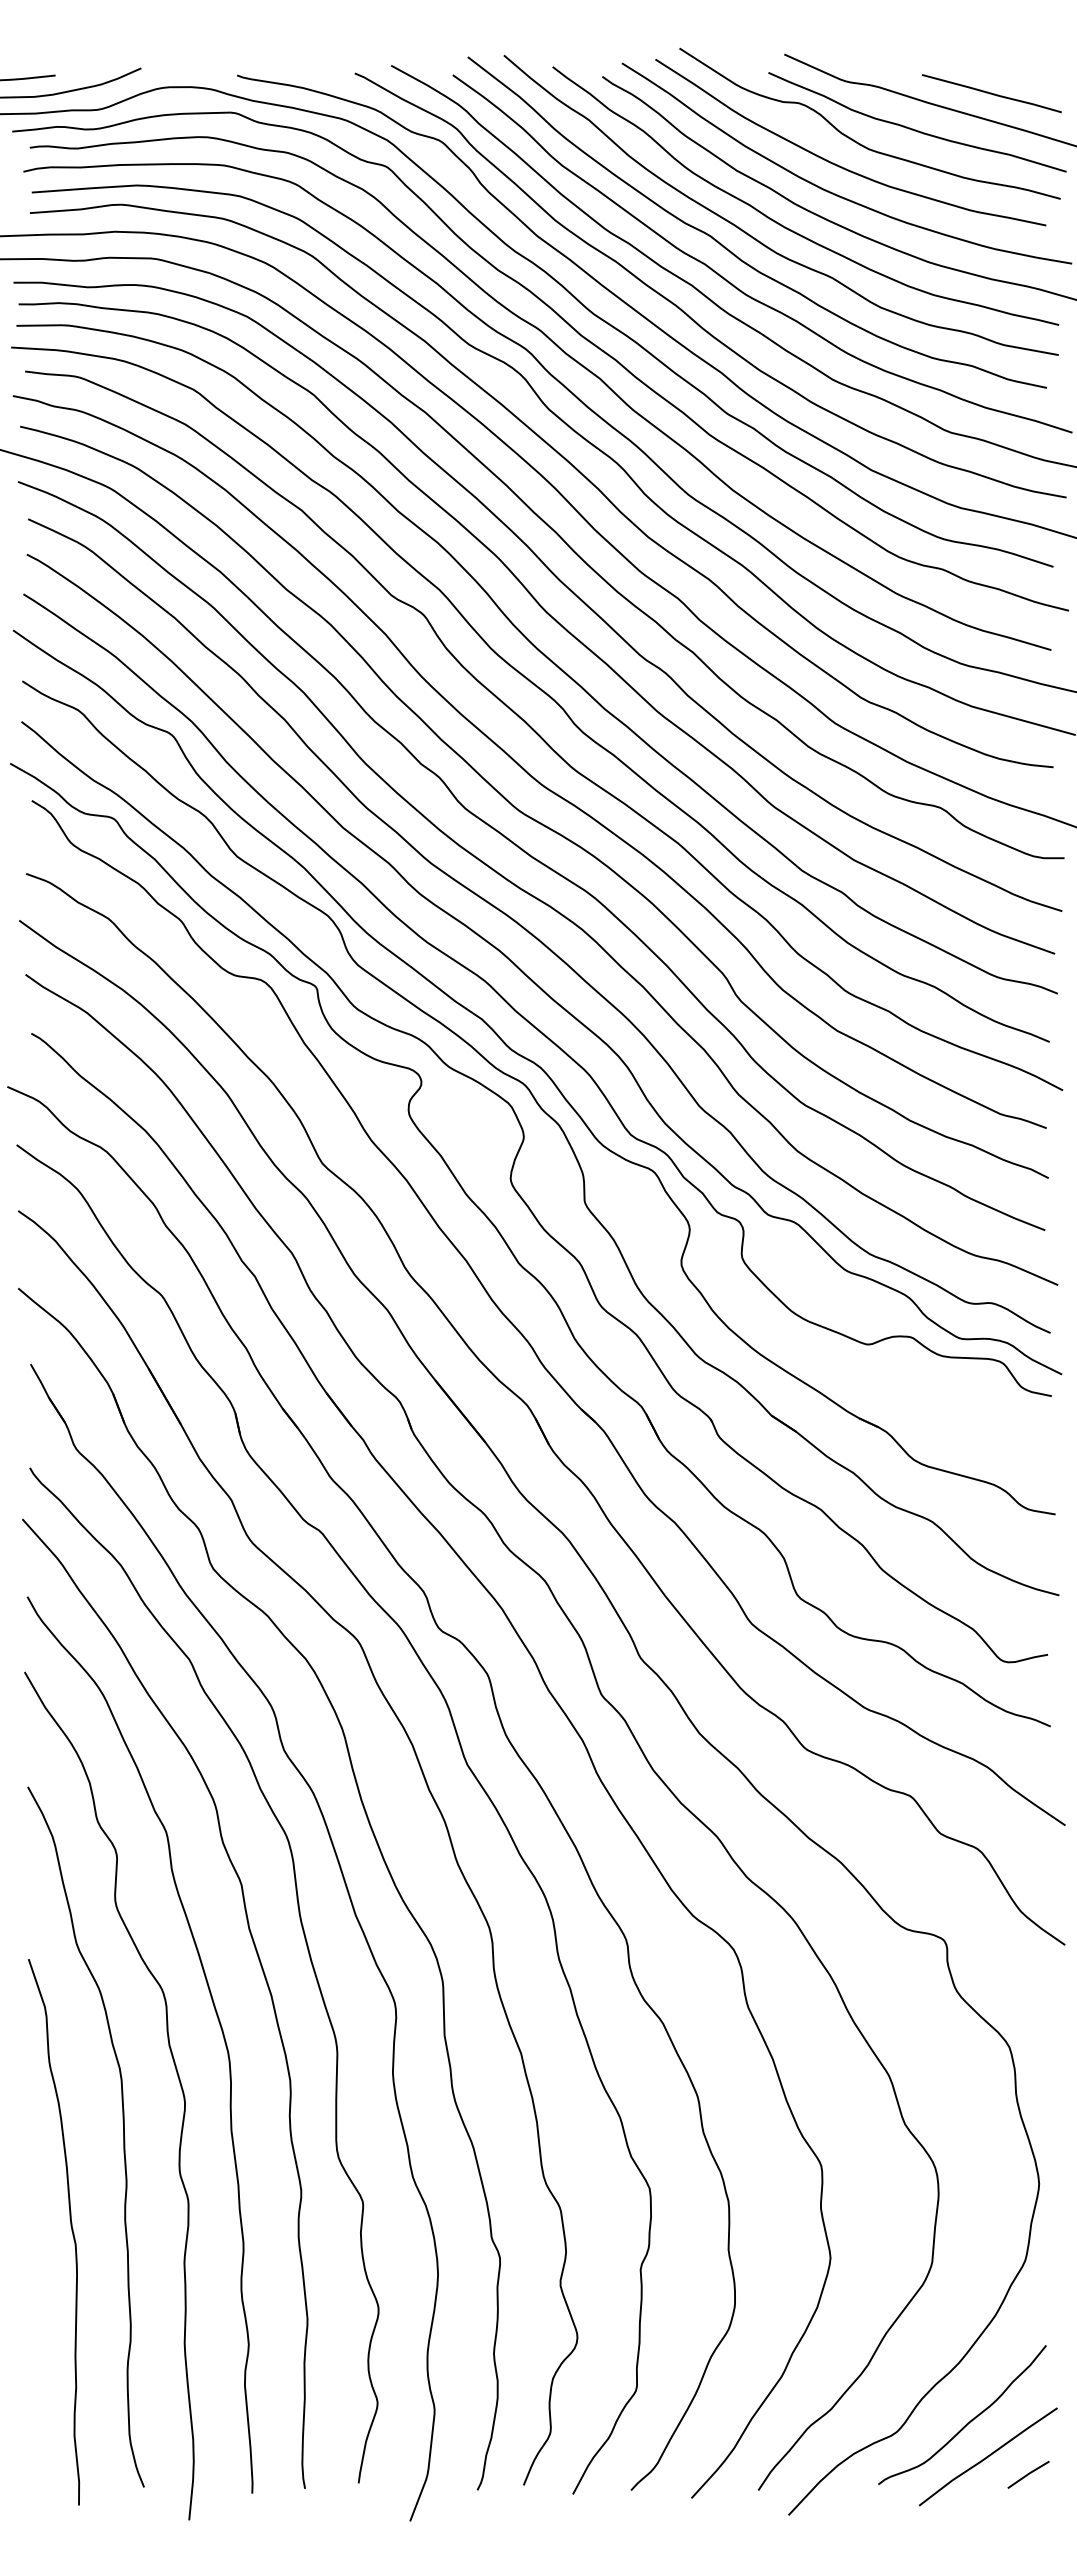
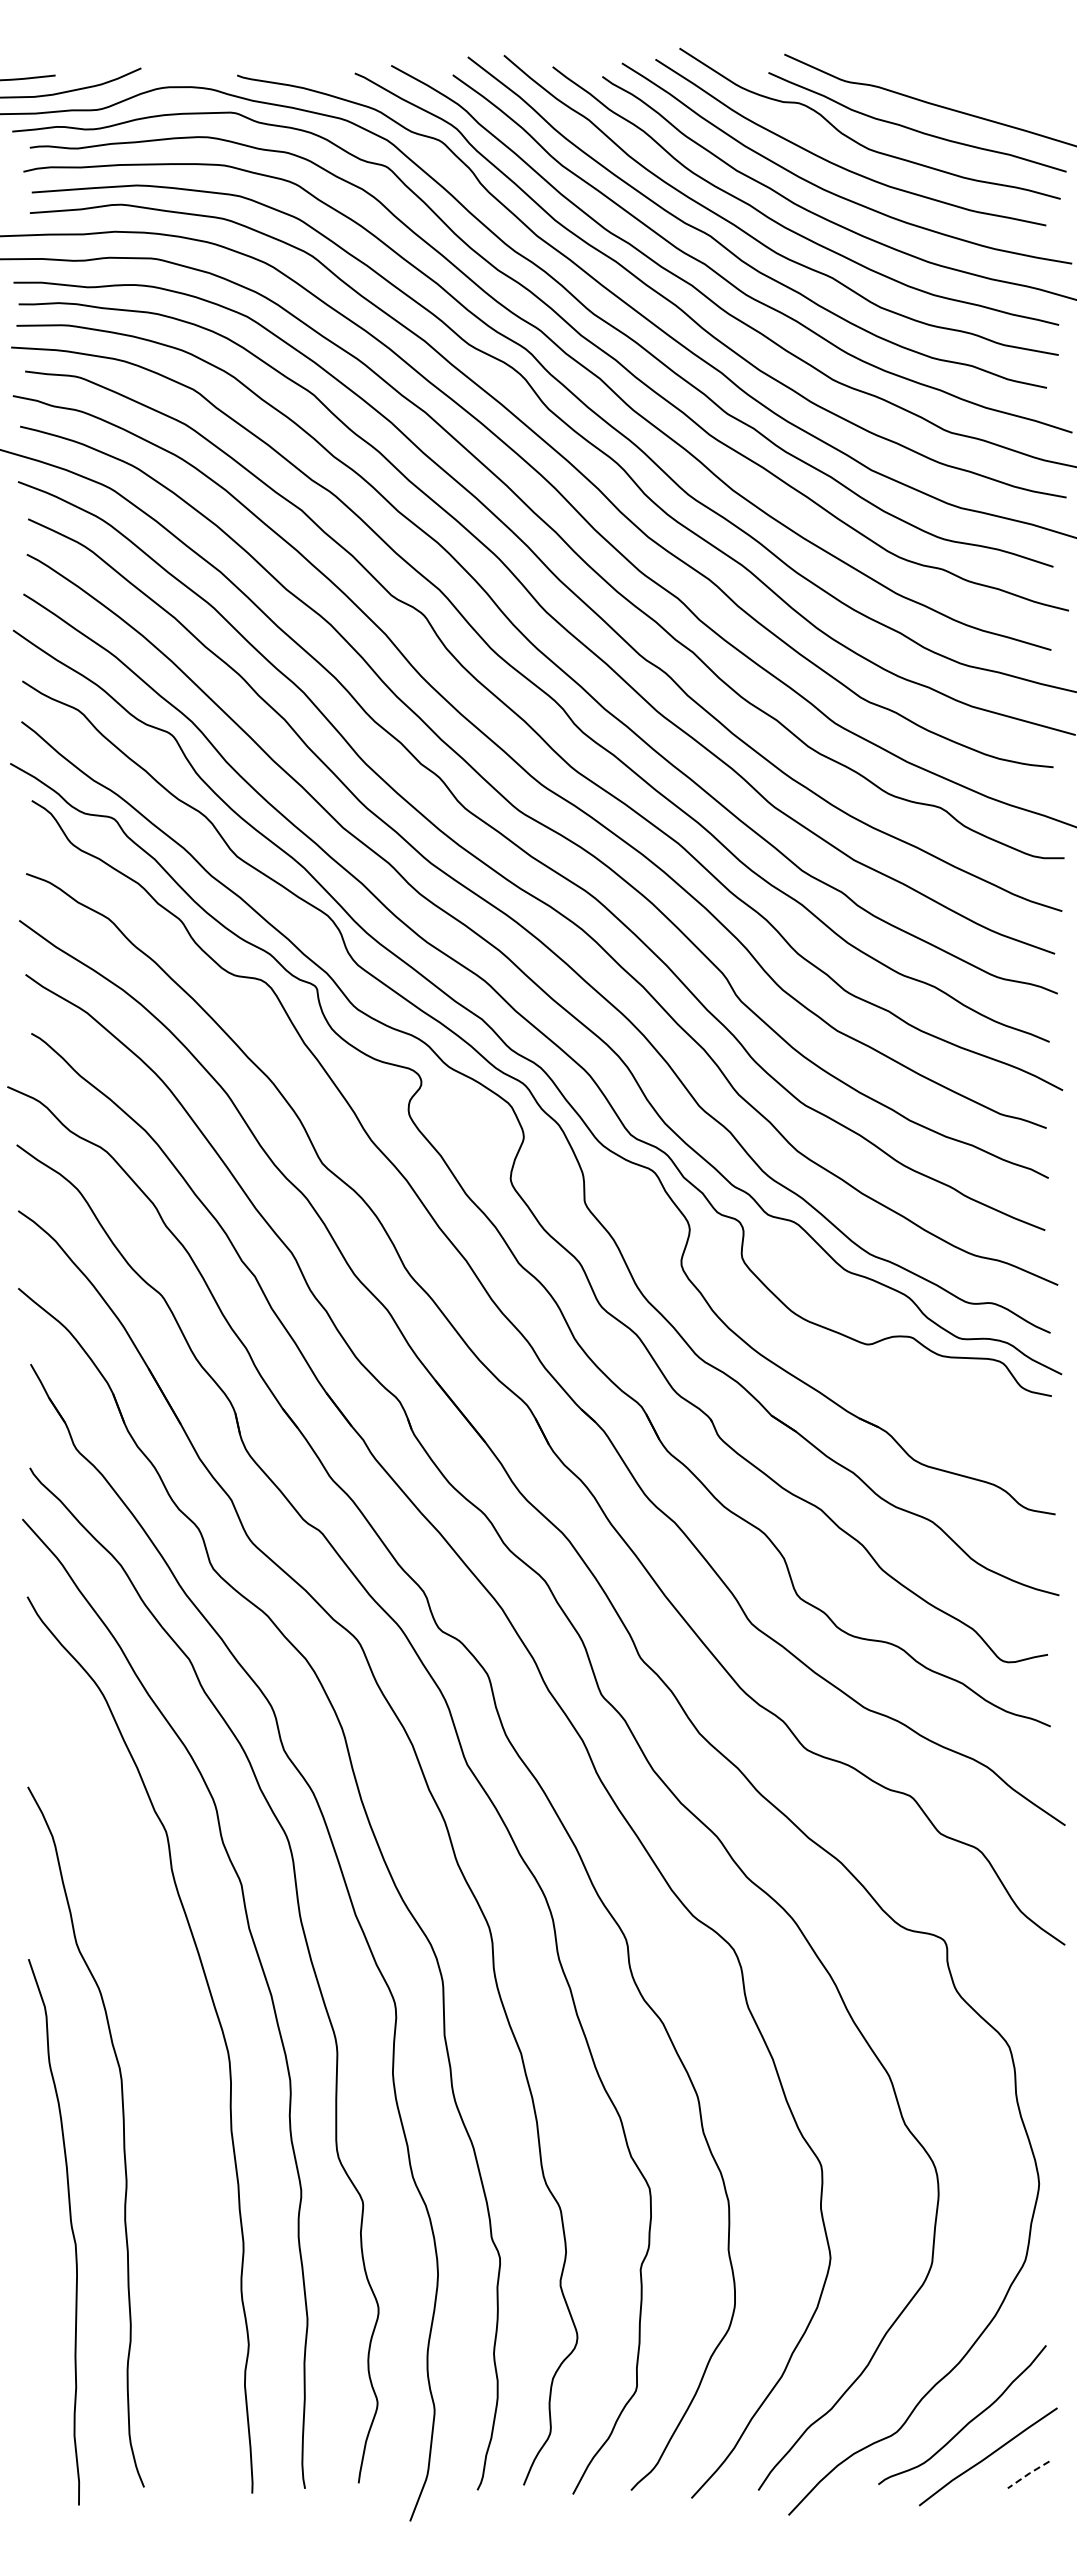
line at (991, 93): present -> none
curve at (176, 2073): present -> none
line at (1028, 2474): solid -> dashed
